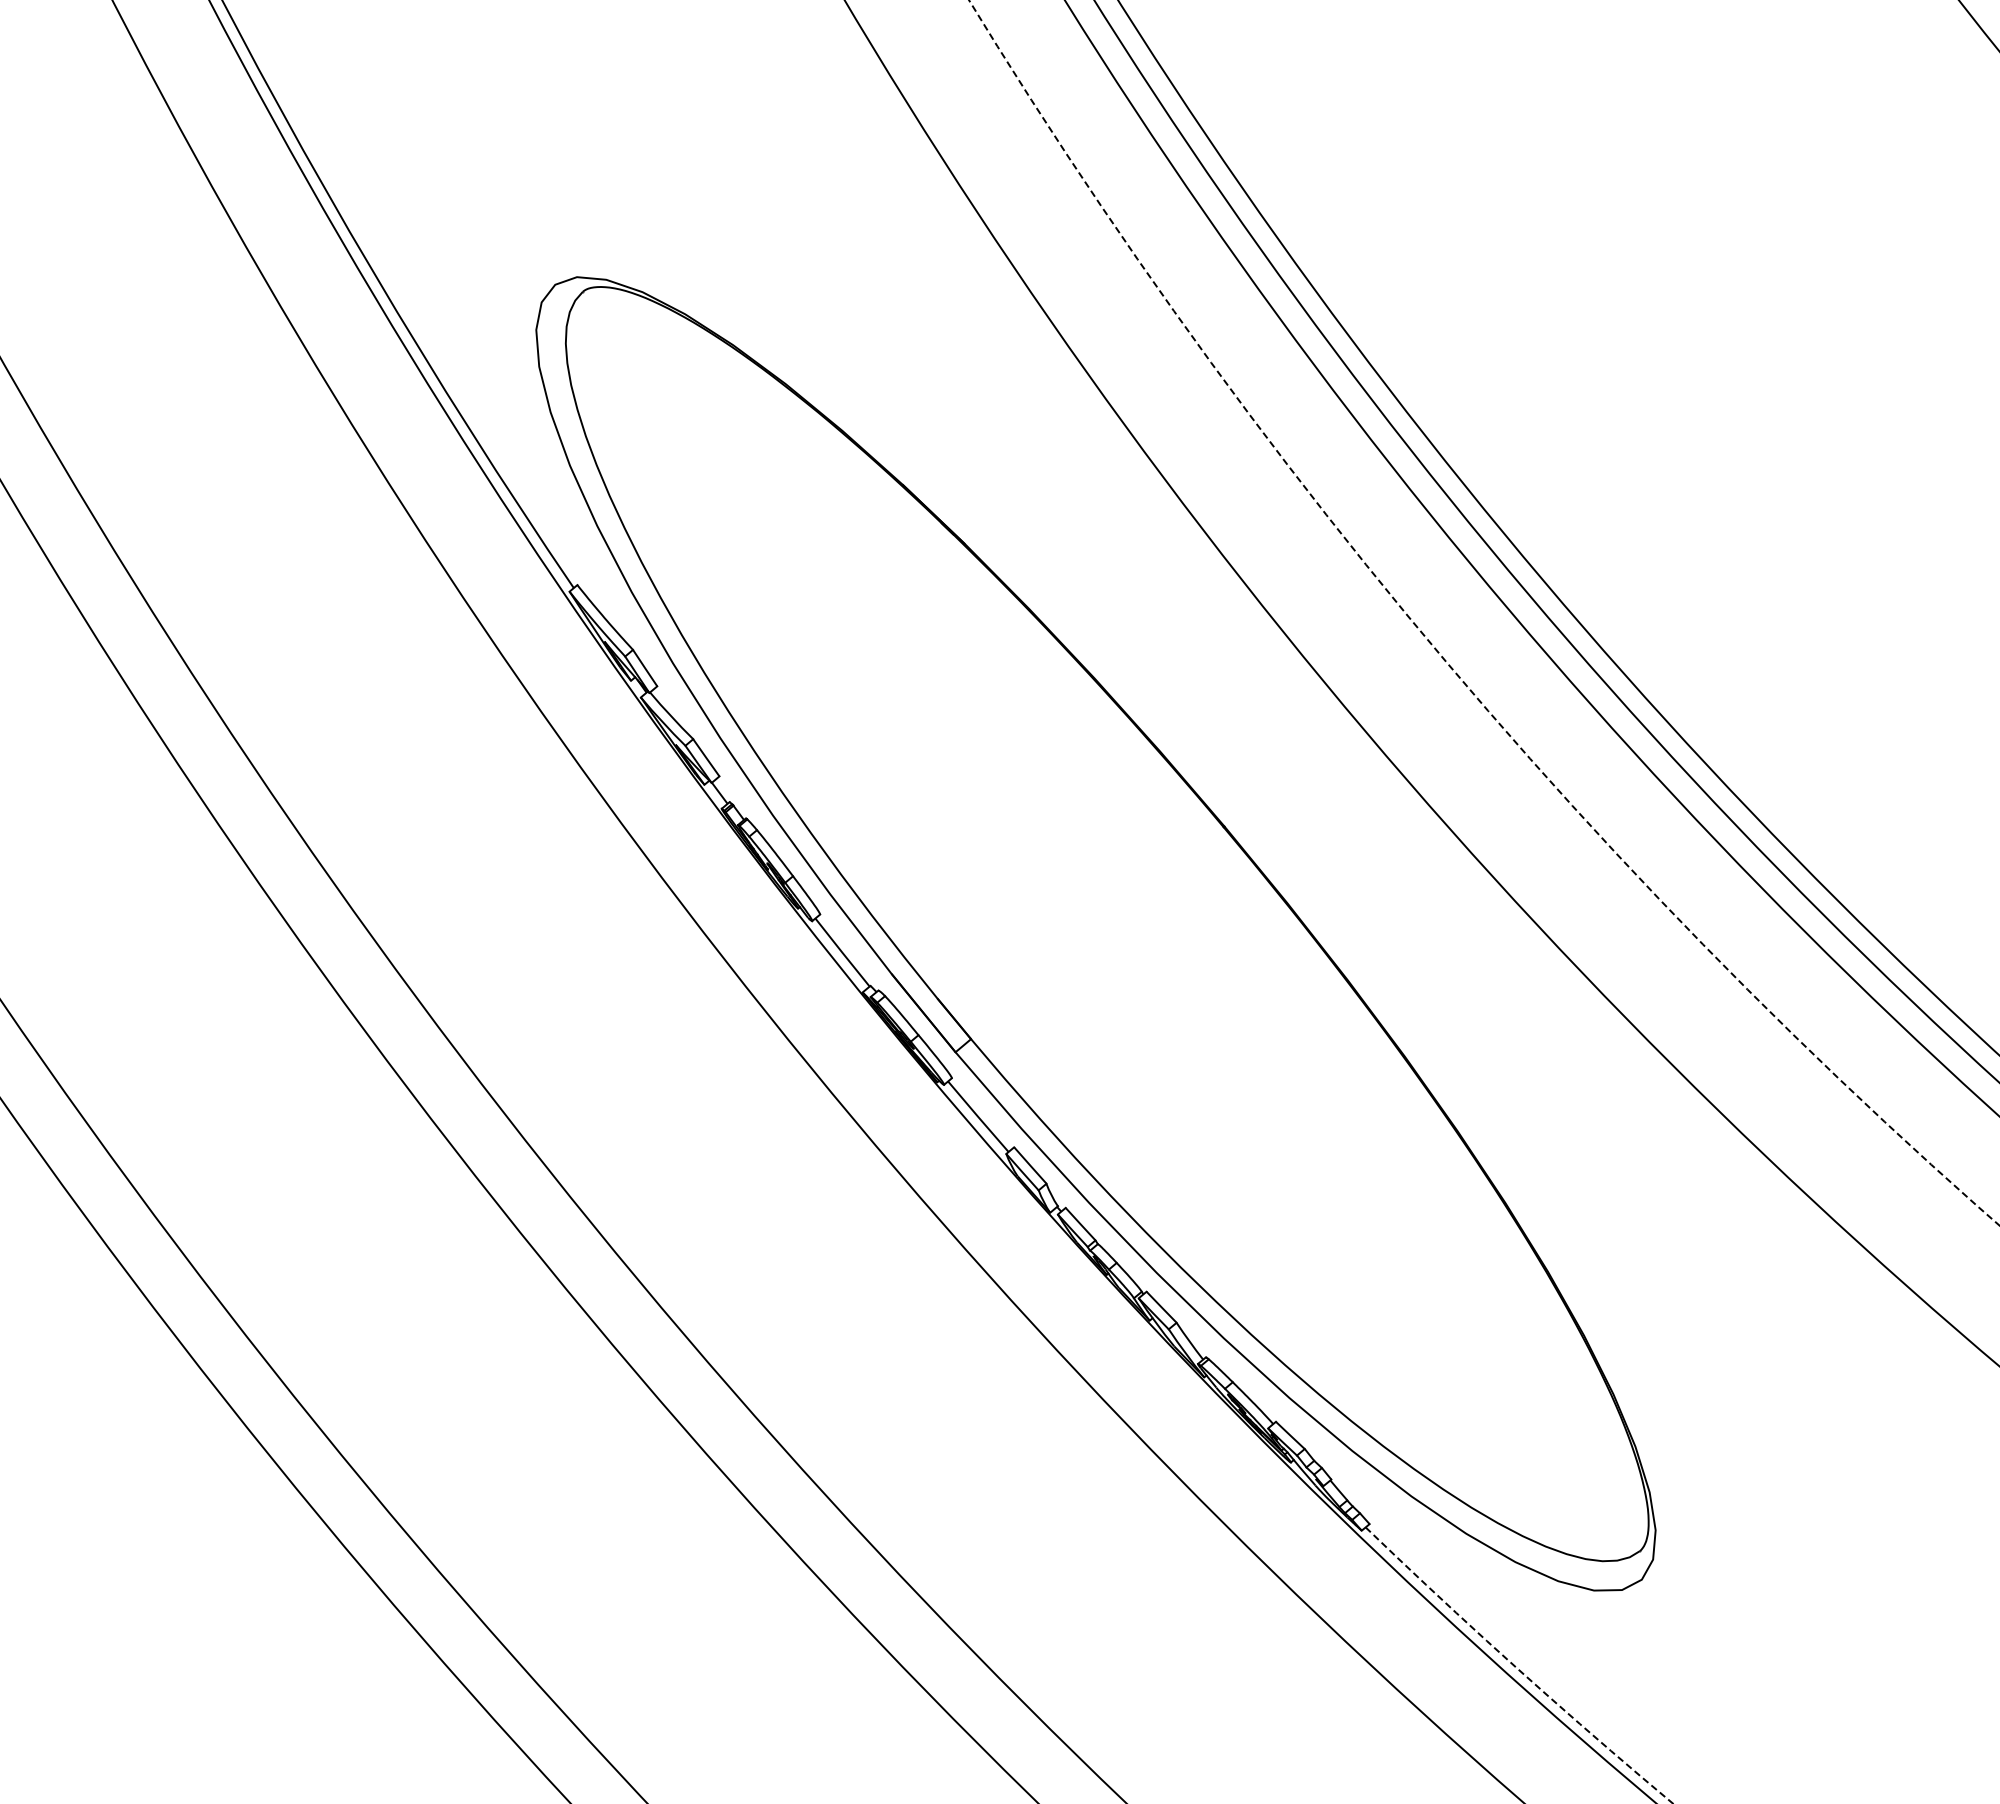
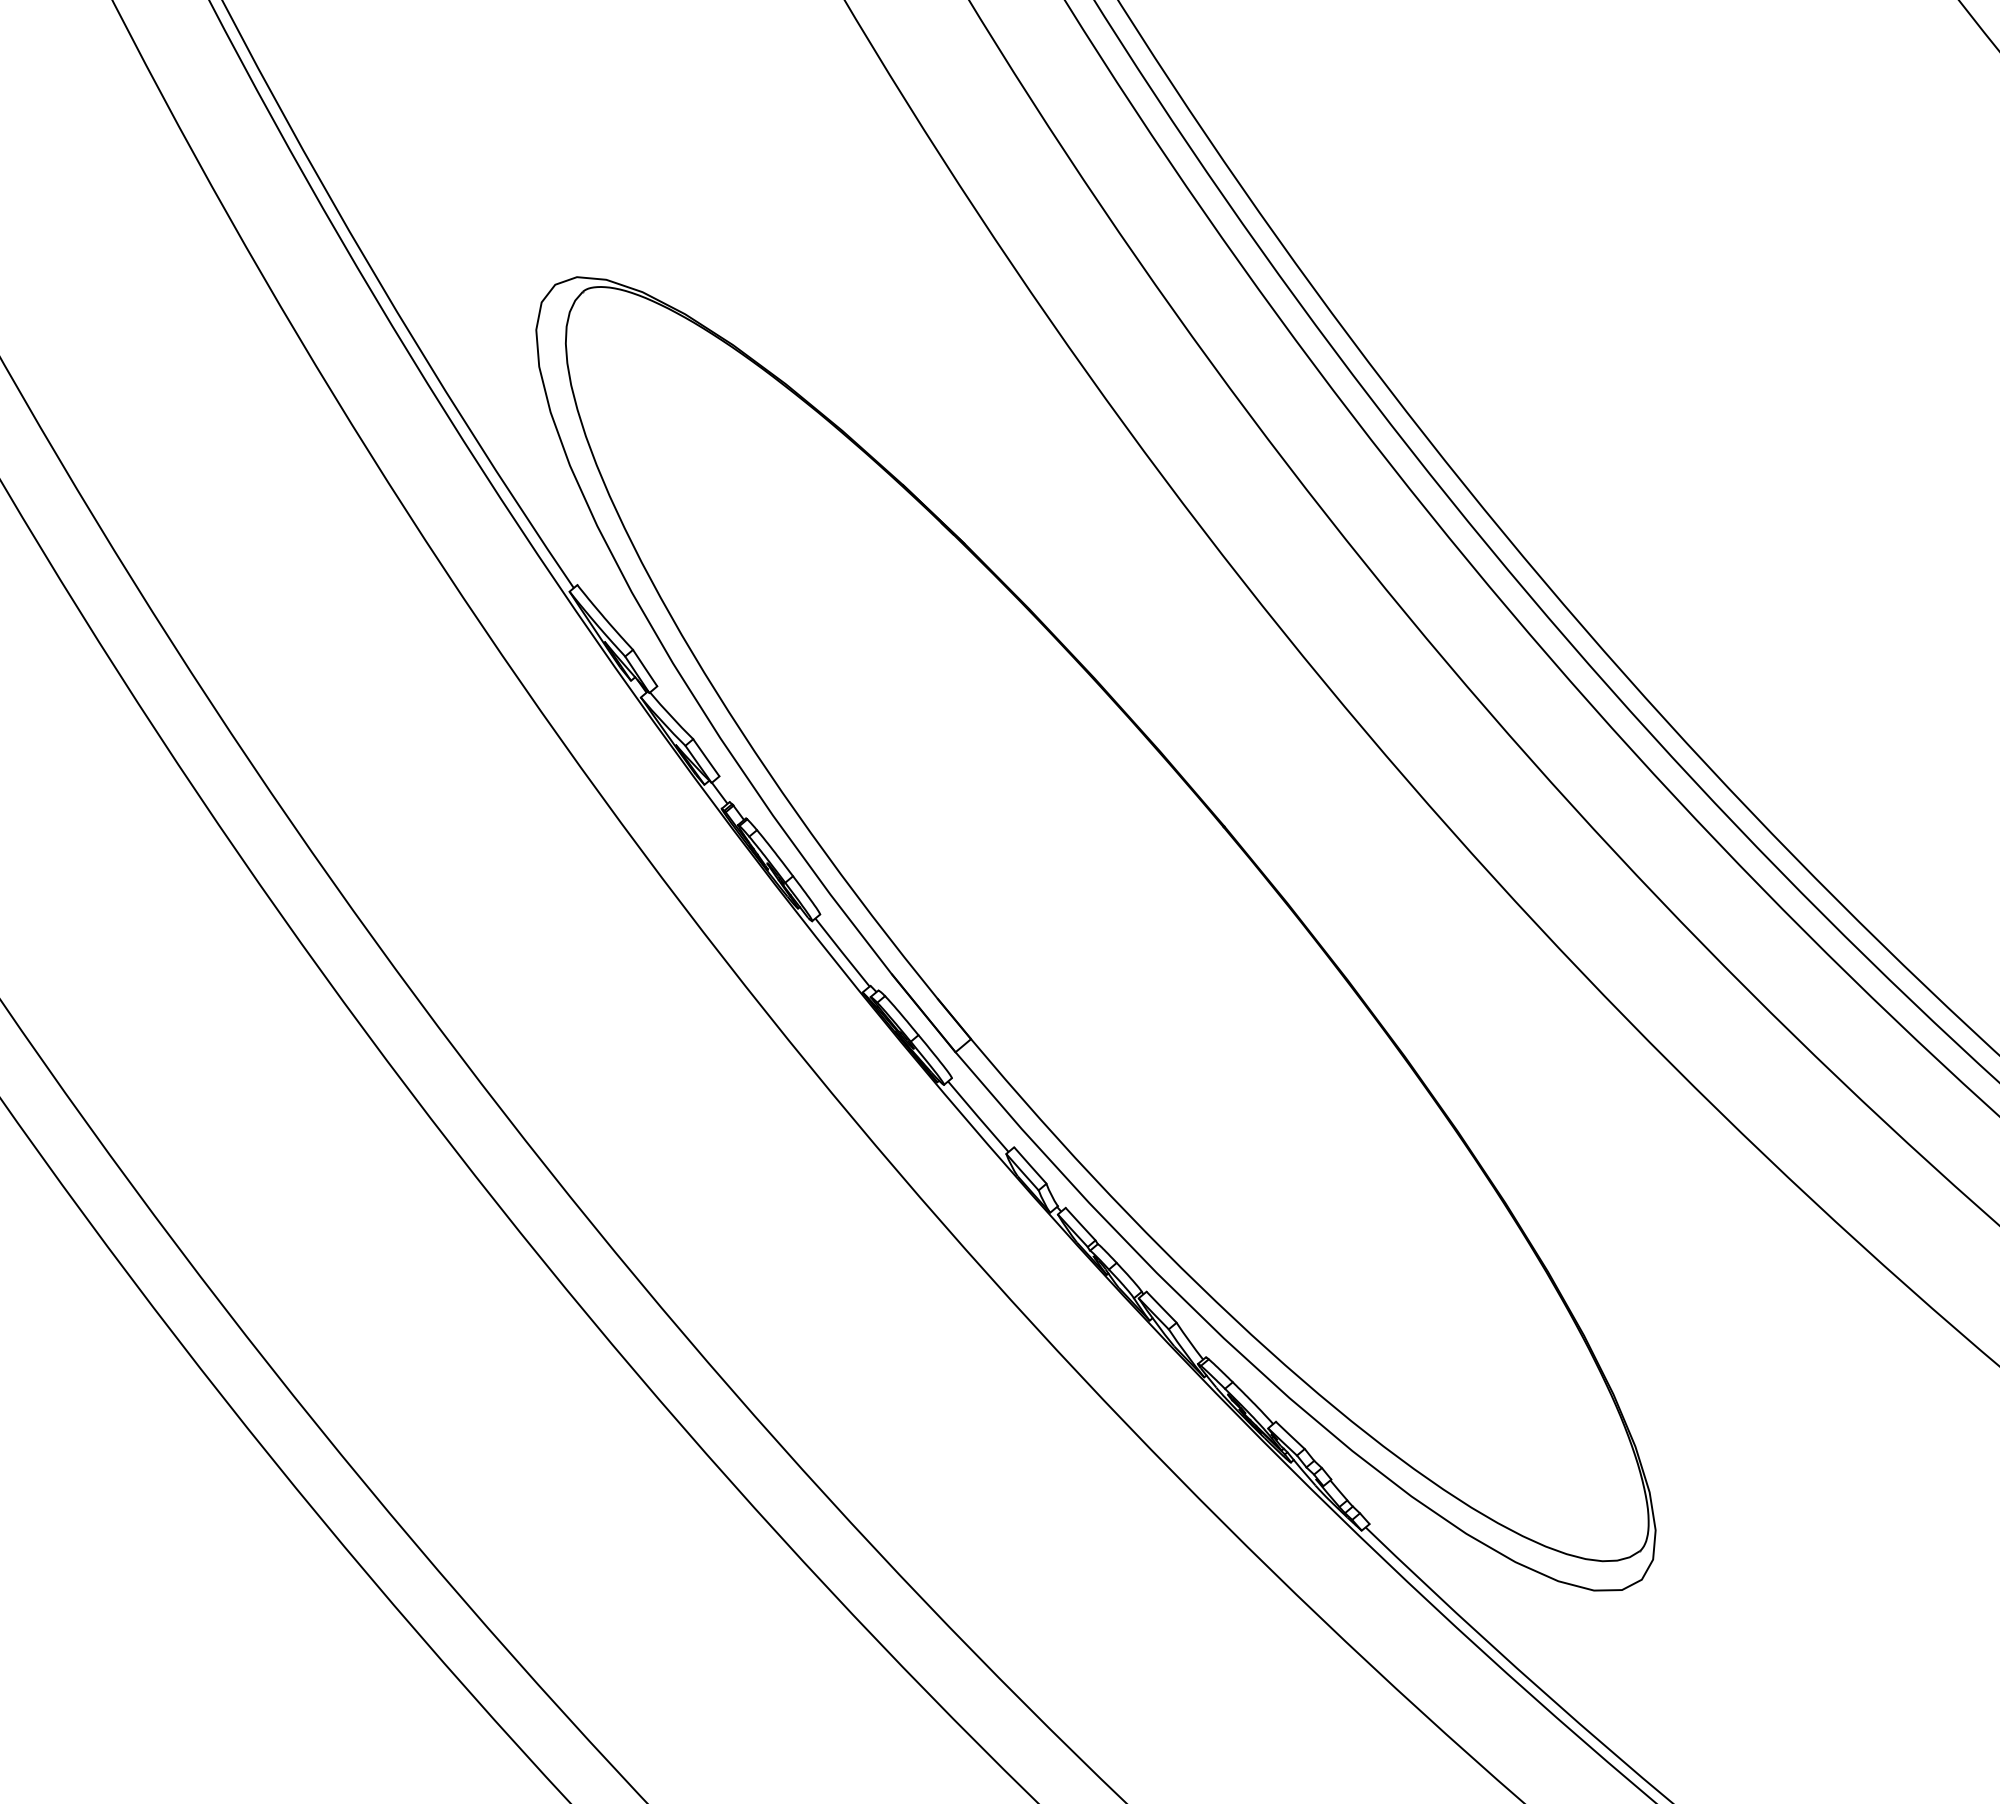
circle at (1484, 612): dashed -> solid
arc at (1517, 1668): dashed -> solid
